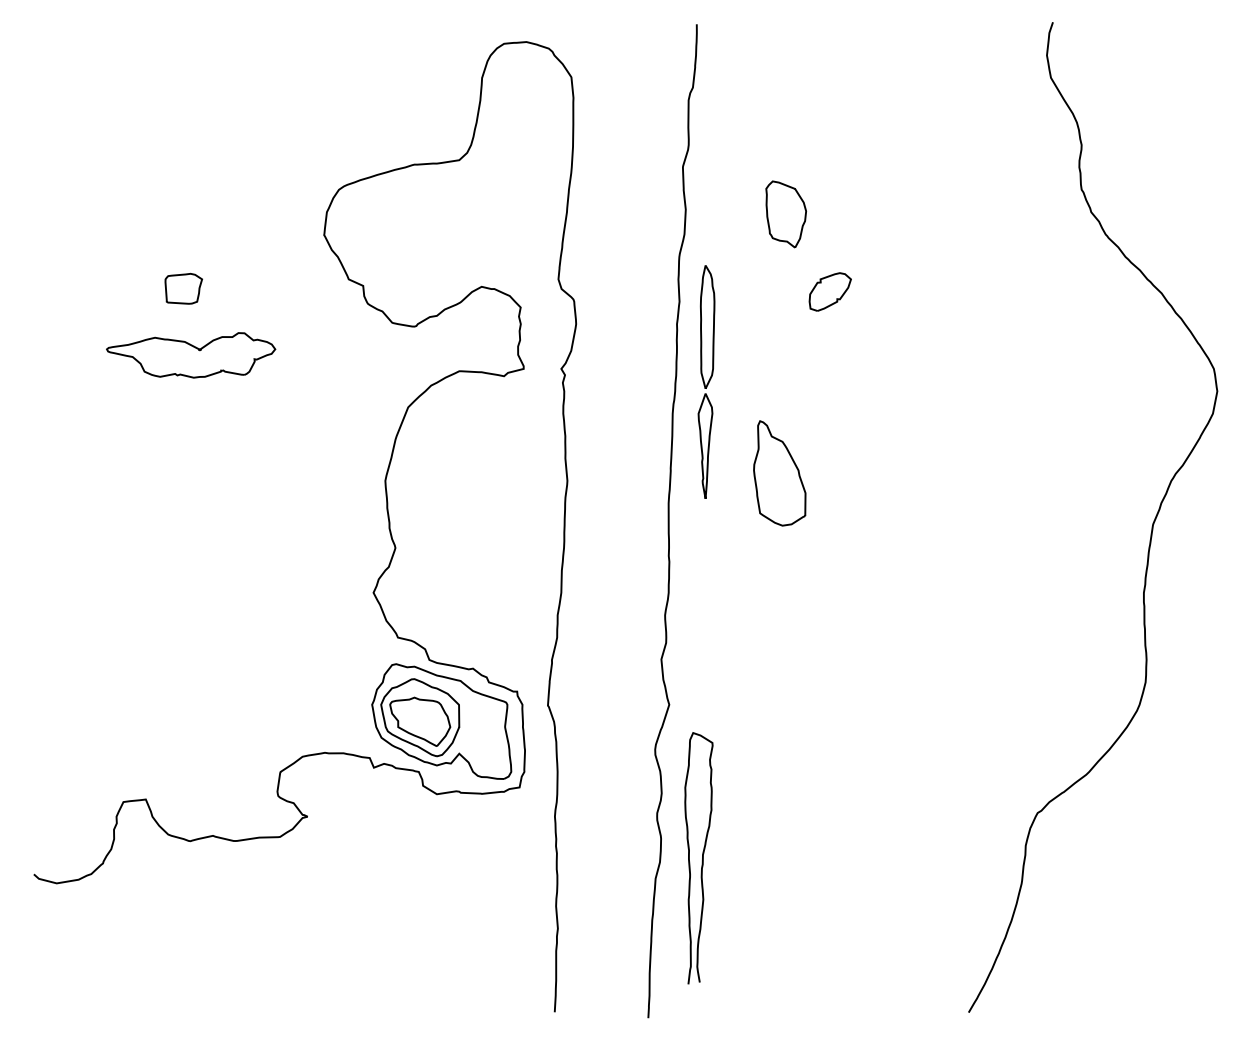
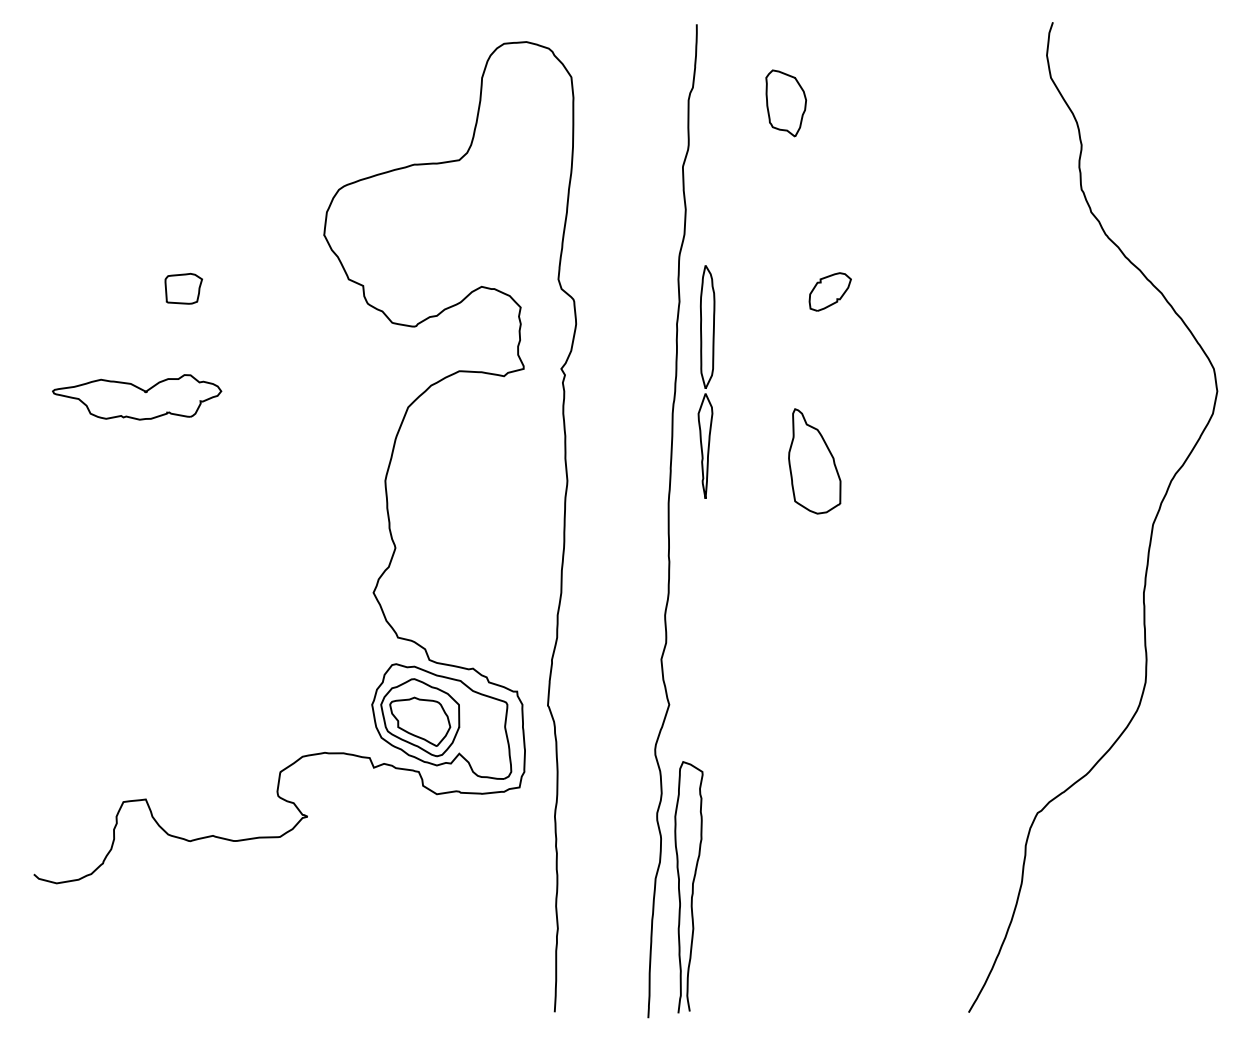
part at (785, 214) position: (785, 214) -> (785, 103)
part at (191, 355) position: (191, 355) -> (137, 397)
part at (779, 473) position: (779, 473) -> (814, 461)
curve at (702, 858) position: (702, 858) -> (692, 887)
